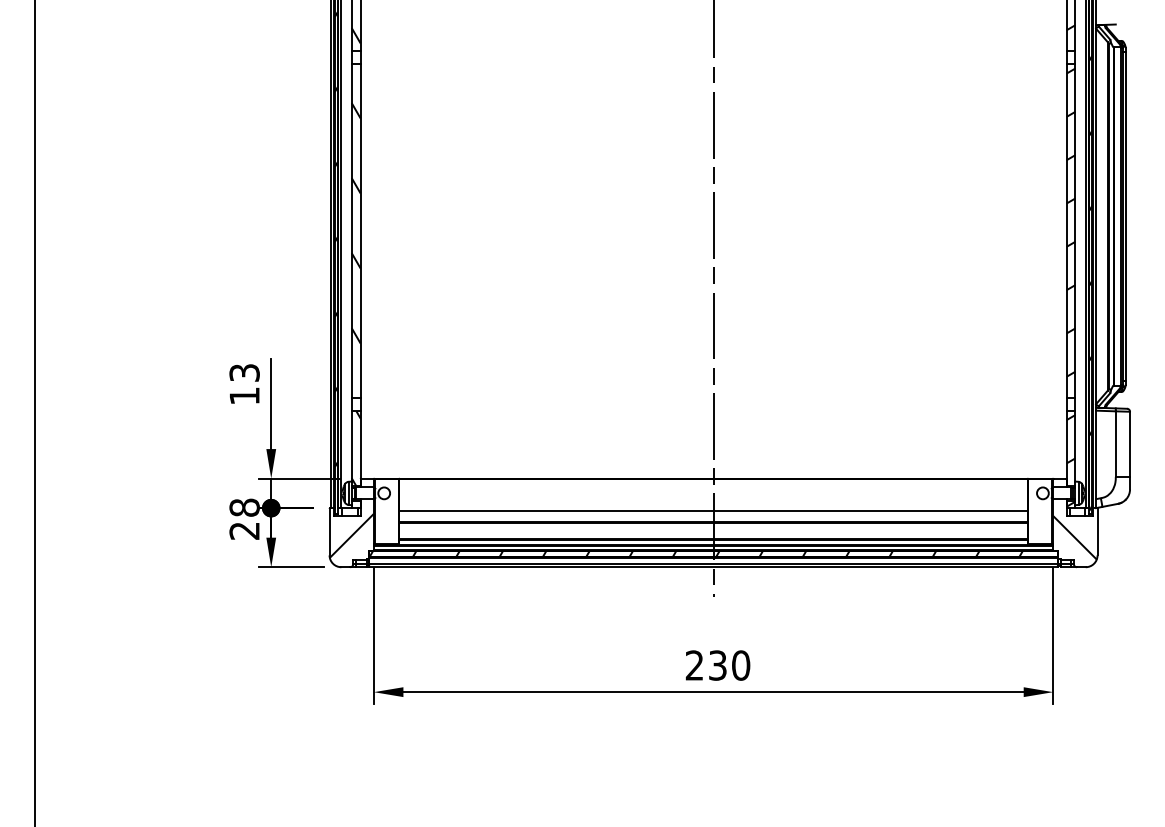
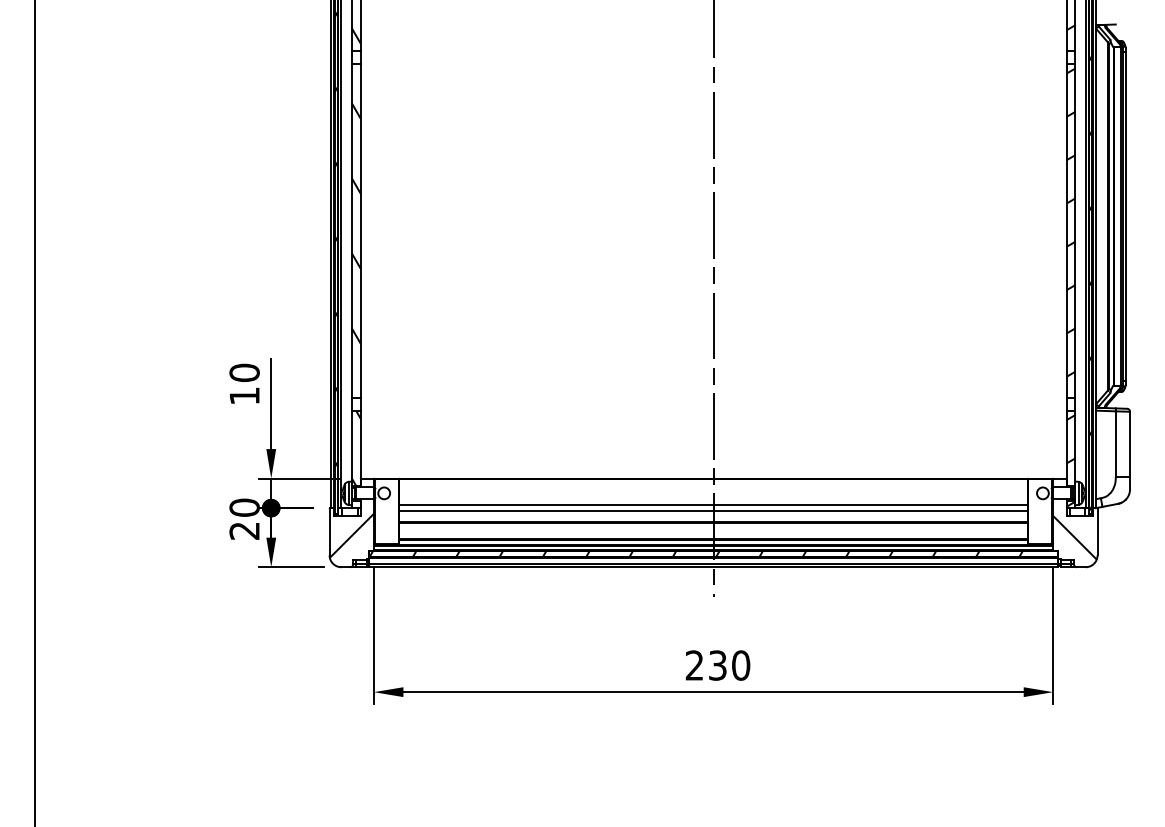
text at (244, 372): 13 -> 10
line at (713, 505): none -> present
text at (244, 507): 28 -> 20
